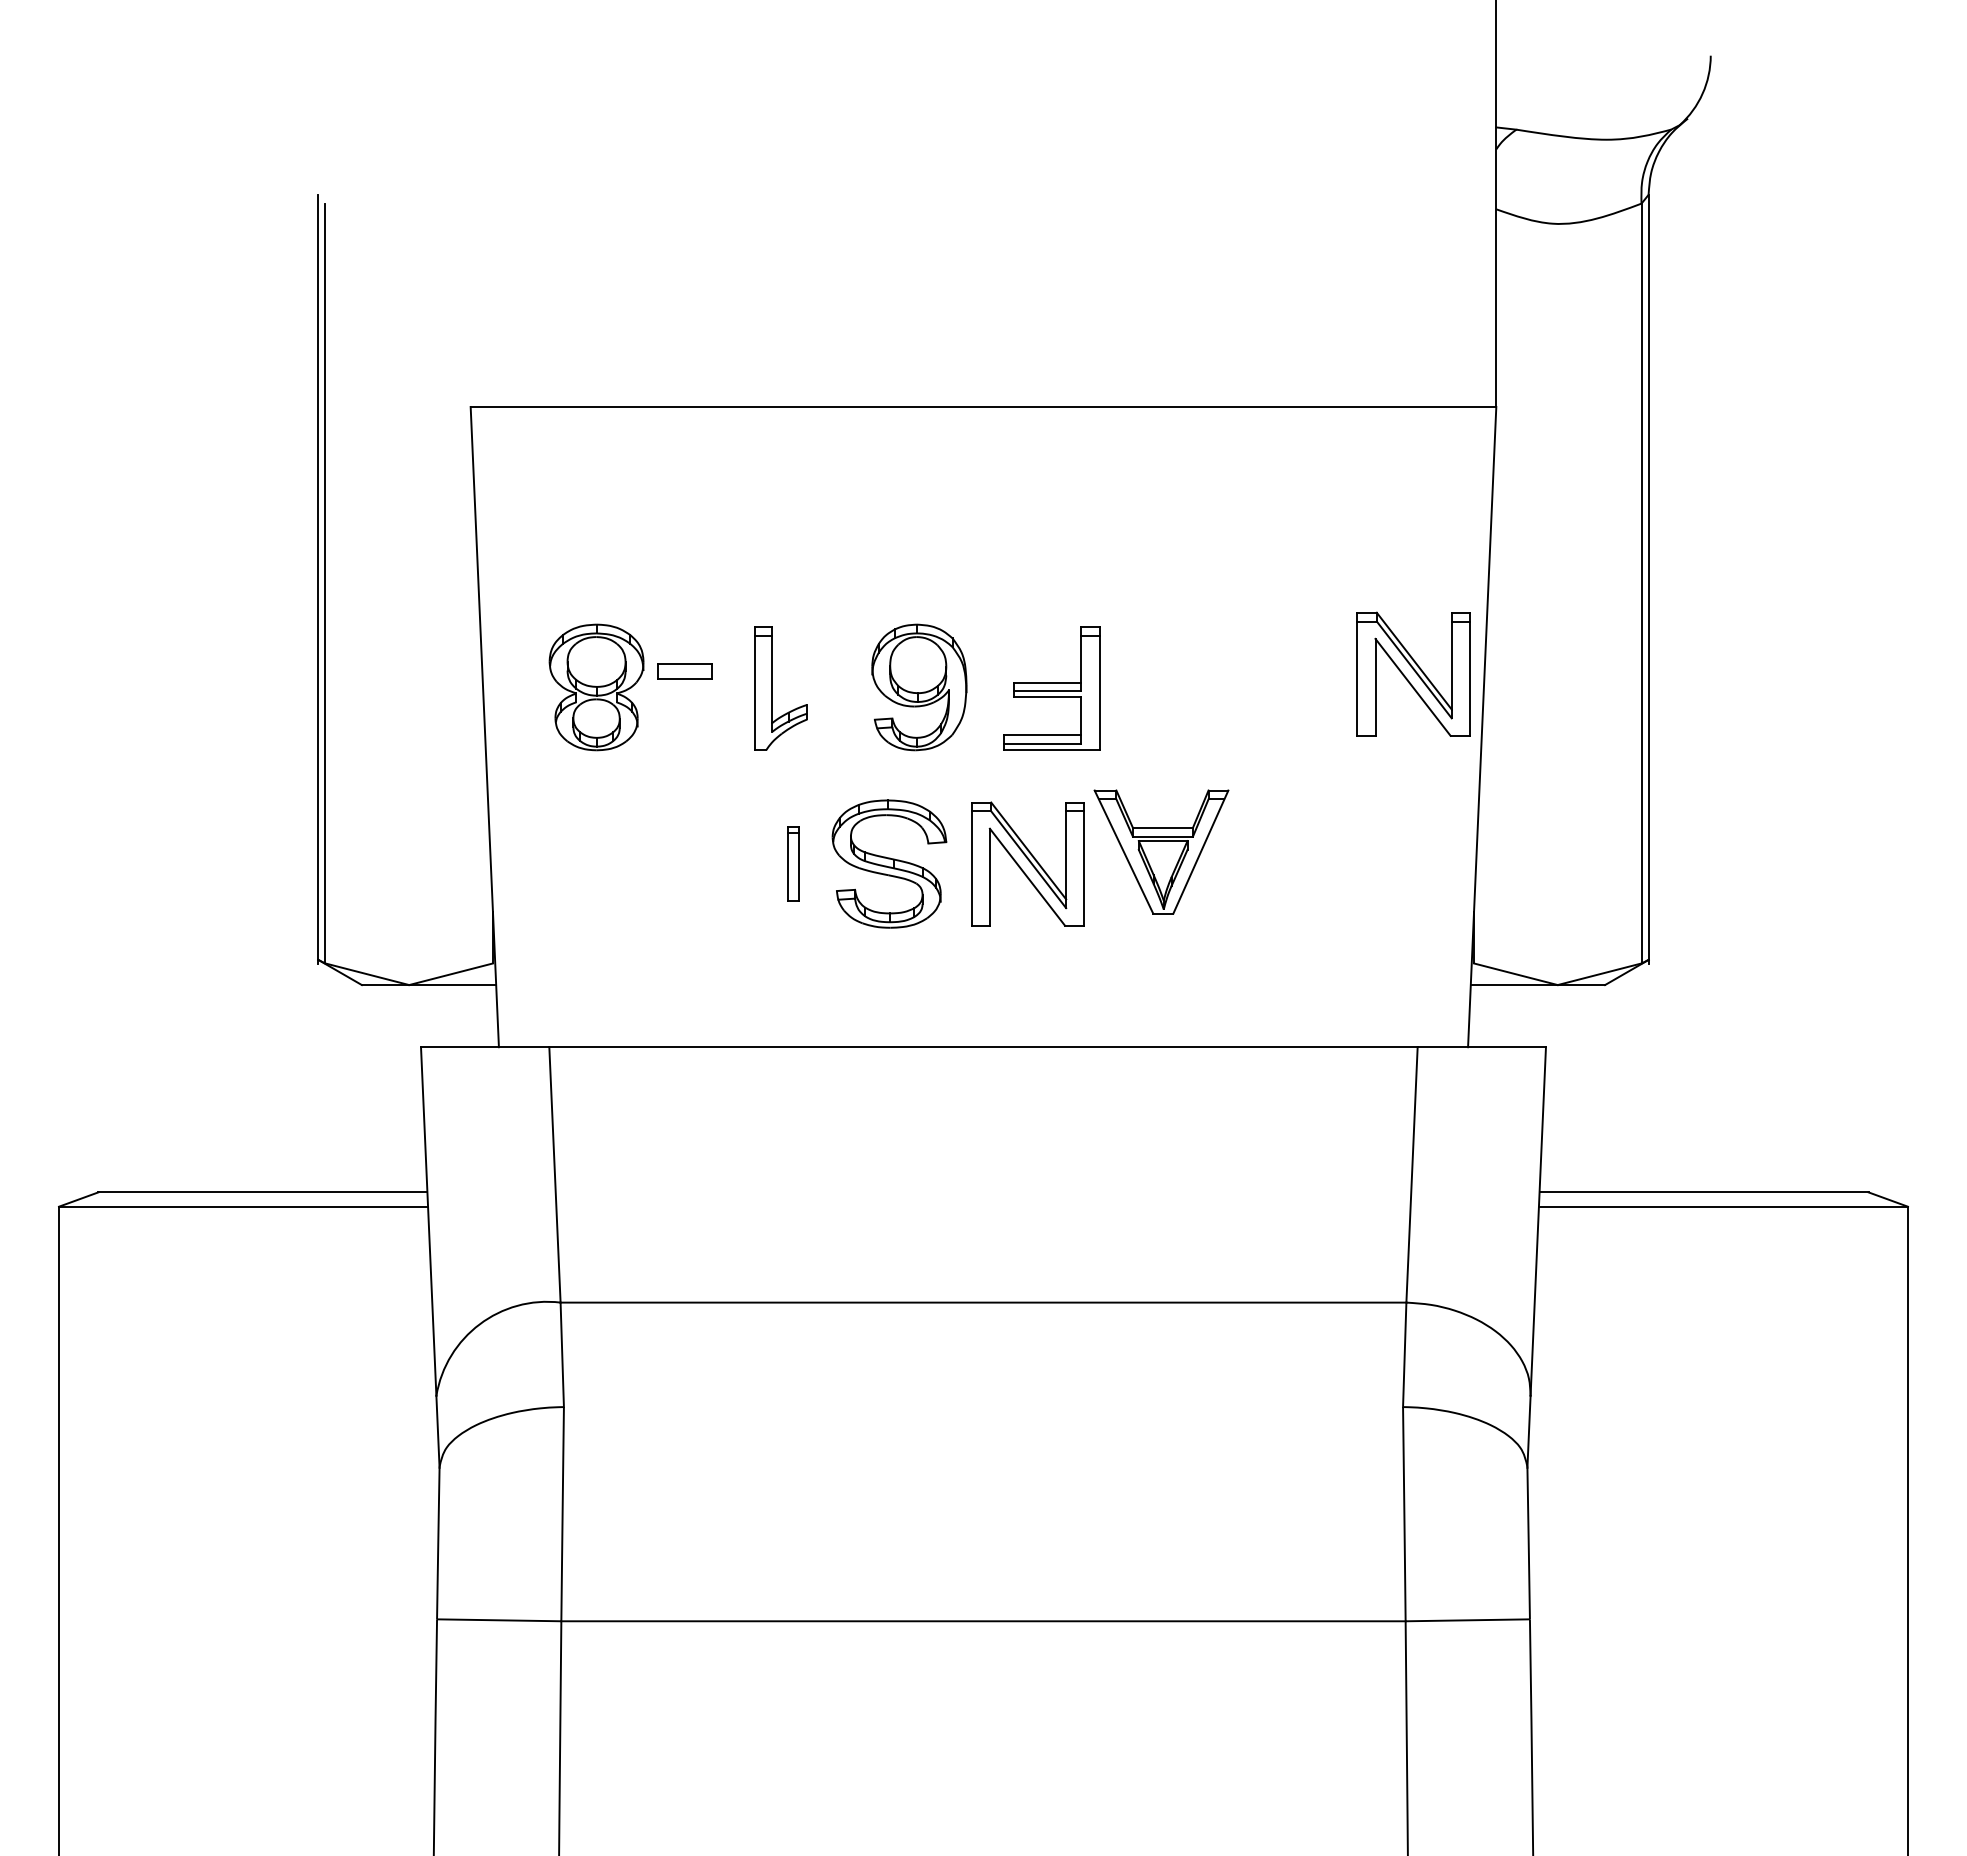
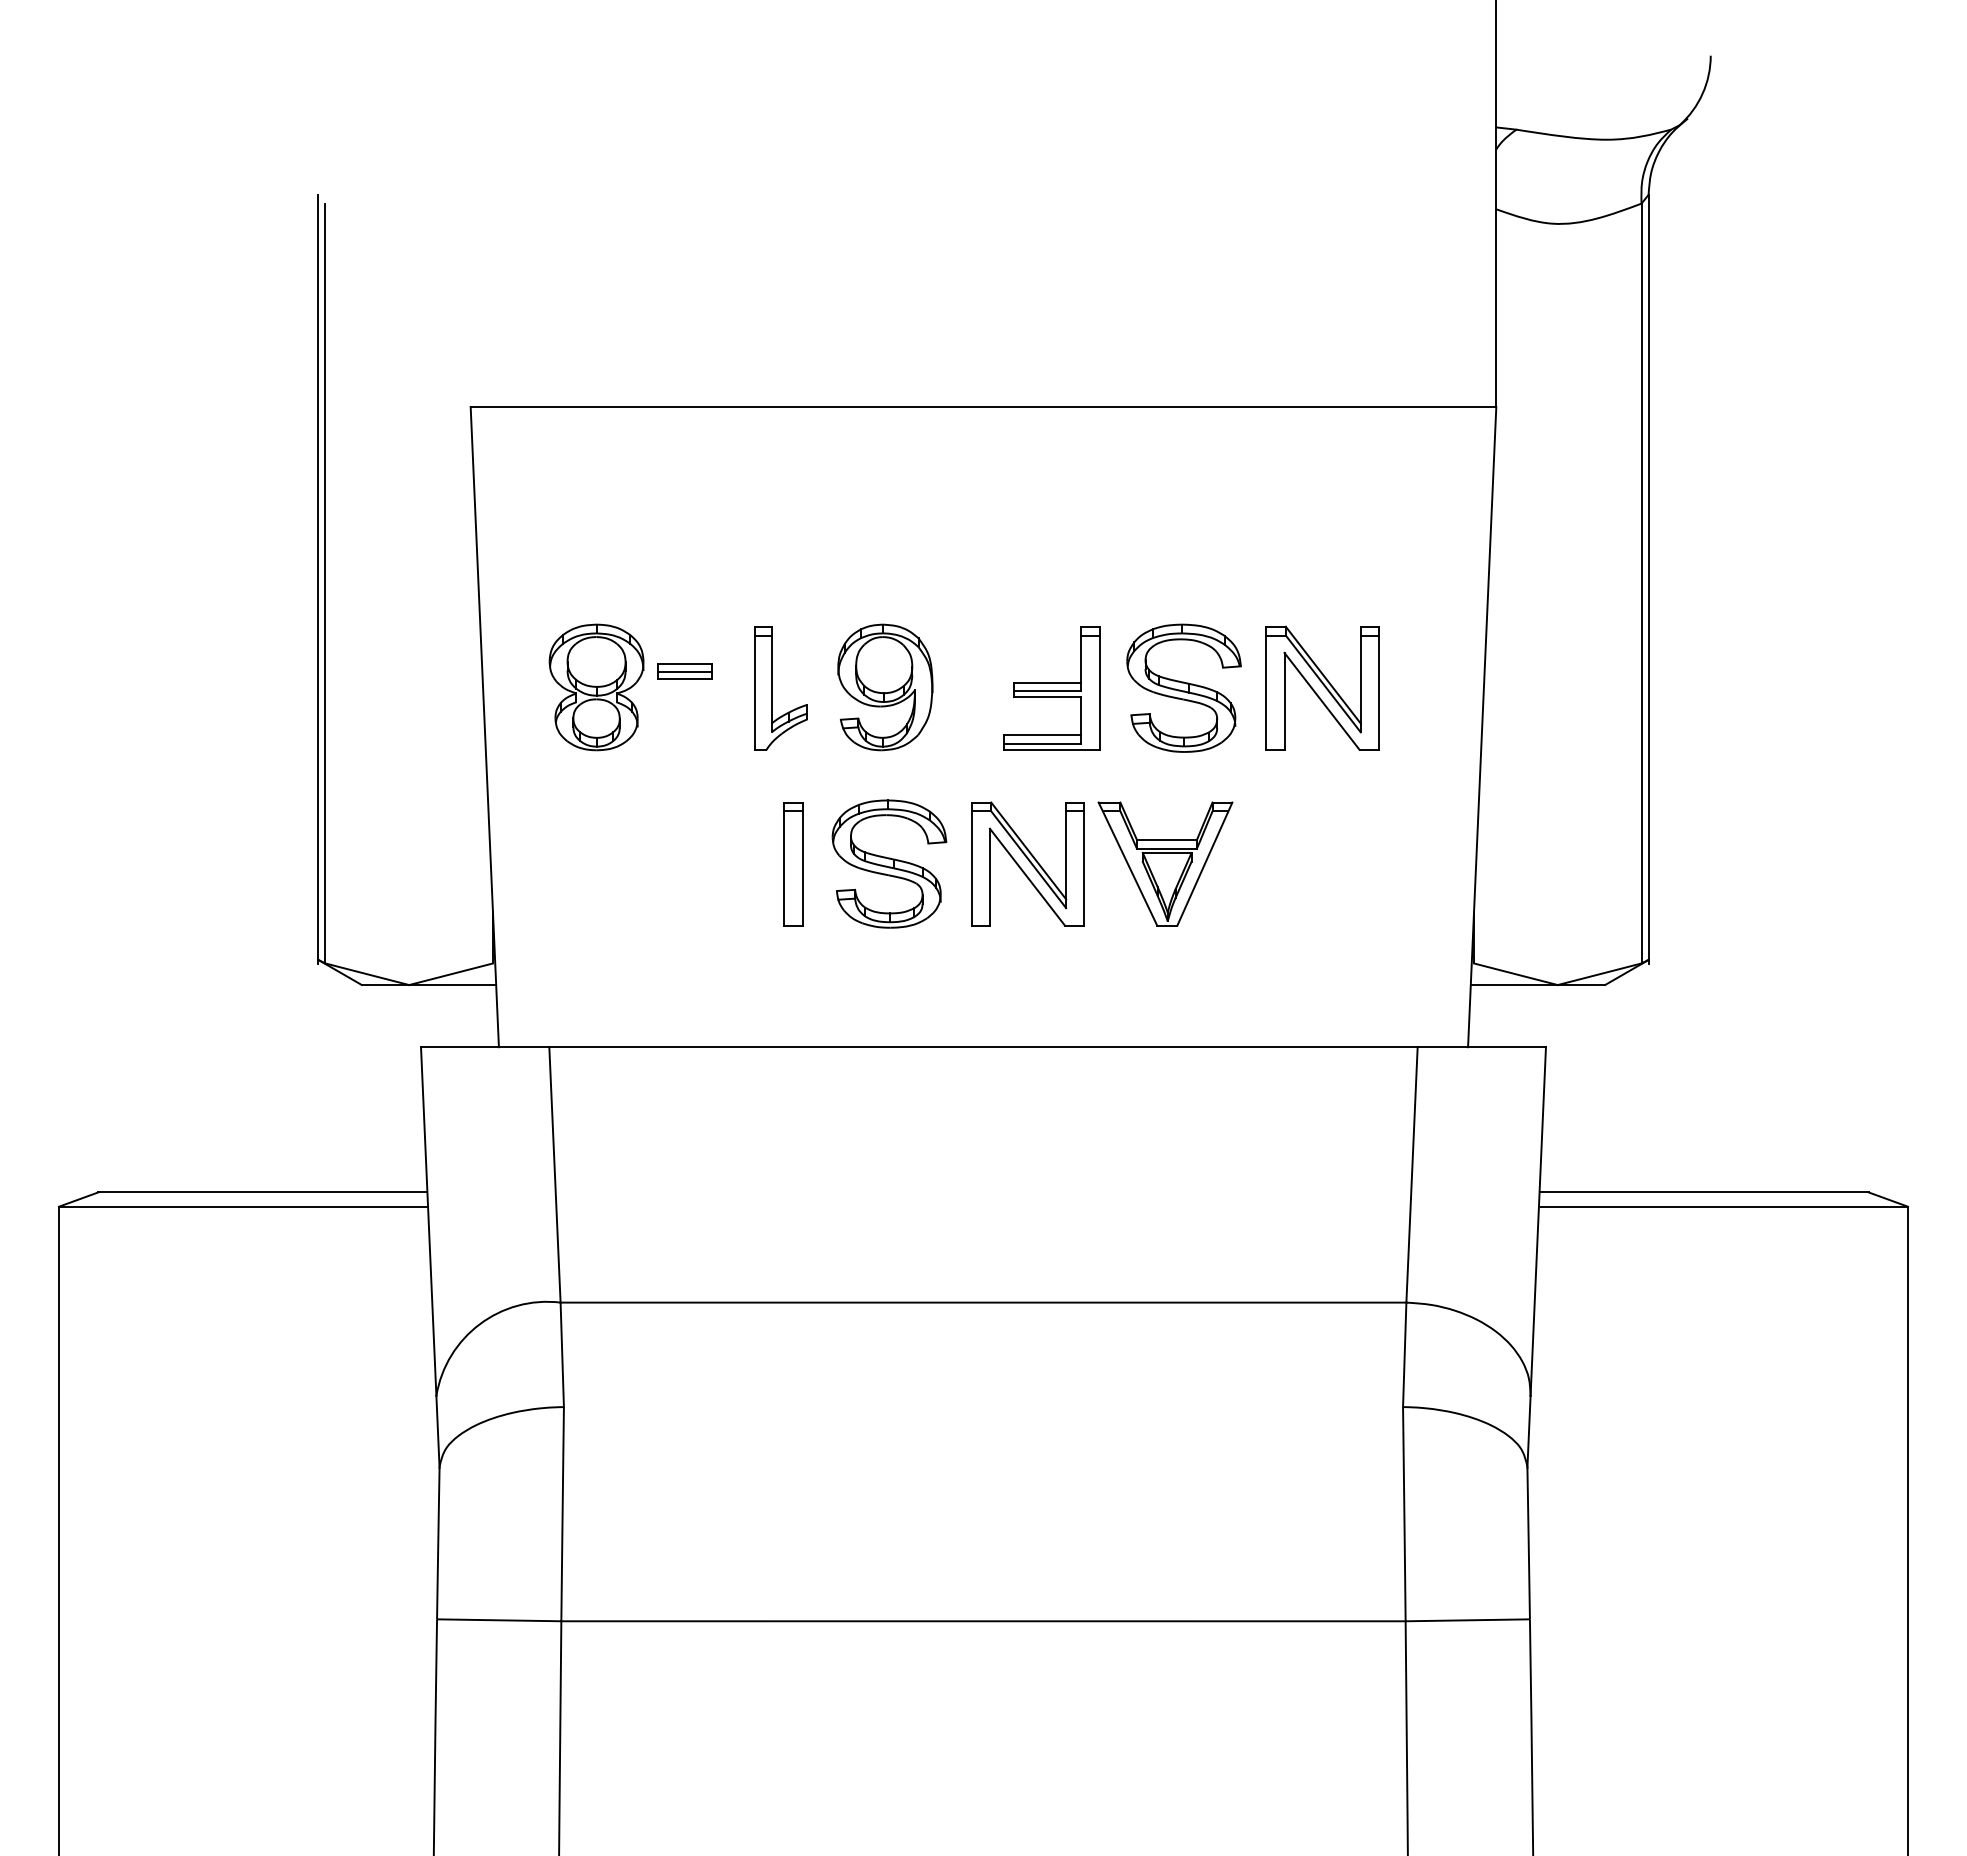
line at (684, 672): none -> present
part at (1413, 673) position: (1413, 673) -> (1322, 687)
part at (919, 687) position: (919, 687) -> (885, 687)
part at (1183, 687): none -> present
part at (1161, 851) position: (1161, 851) -> (1165, 863)
part at (793, 863) size: 13x76 px -> 21x125 px
